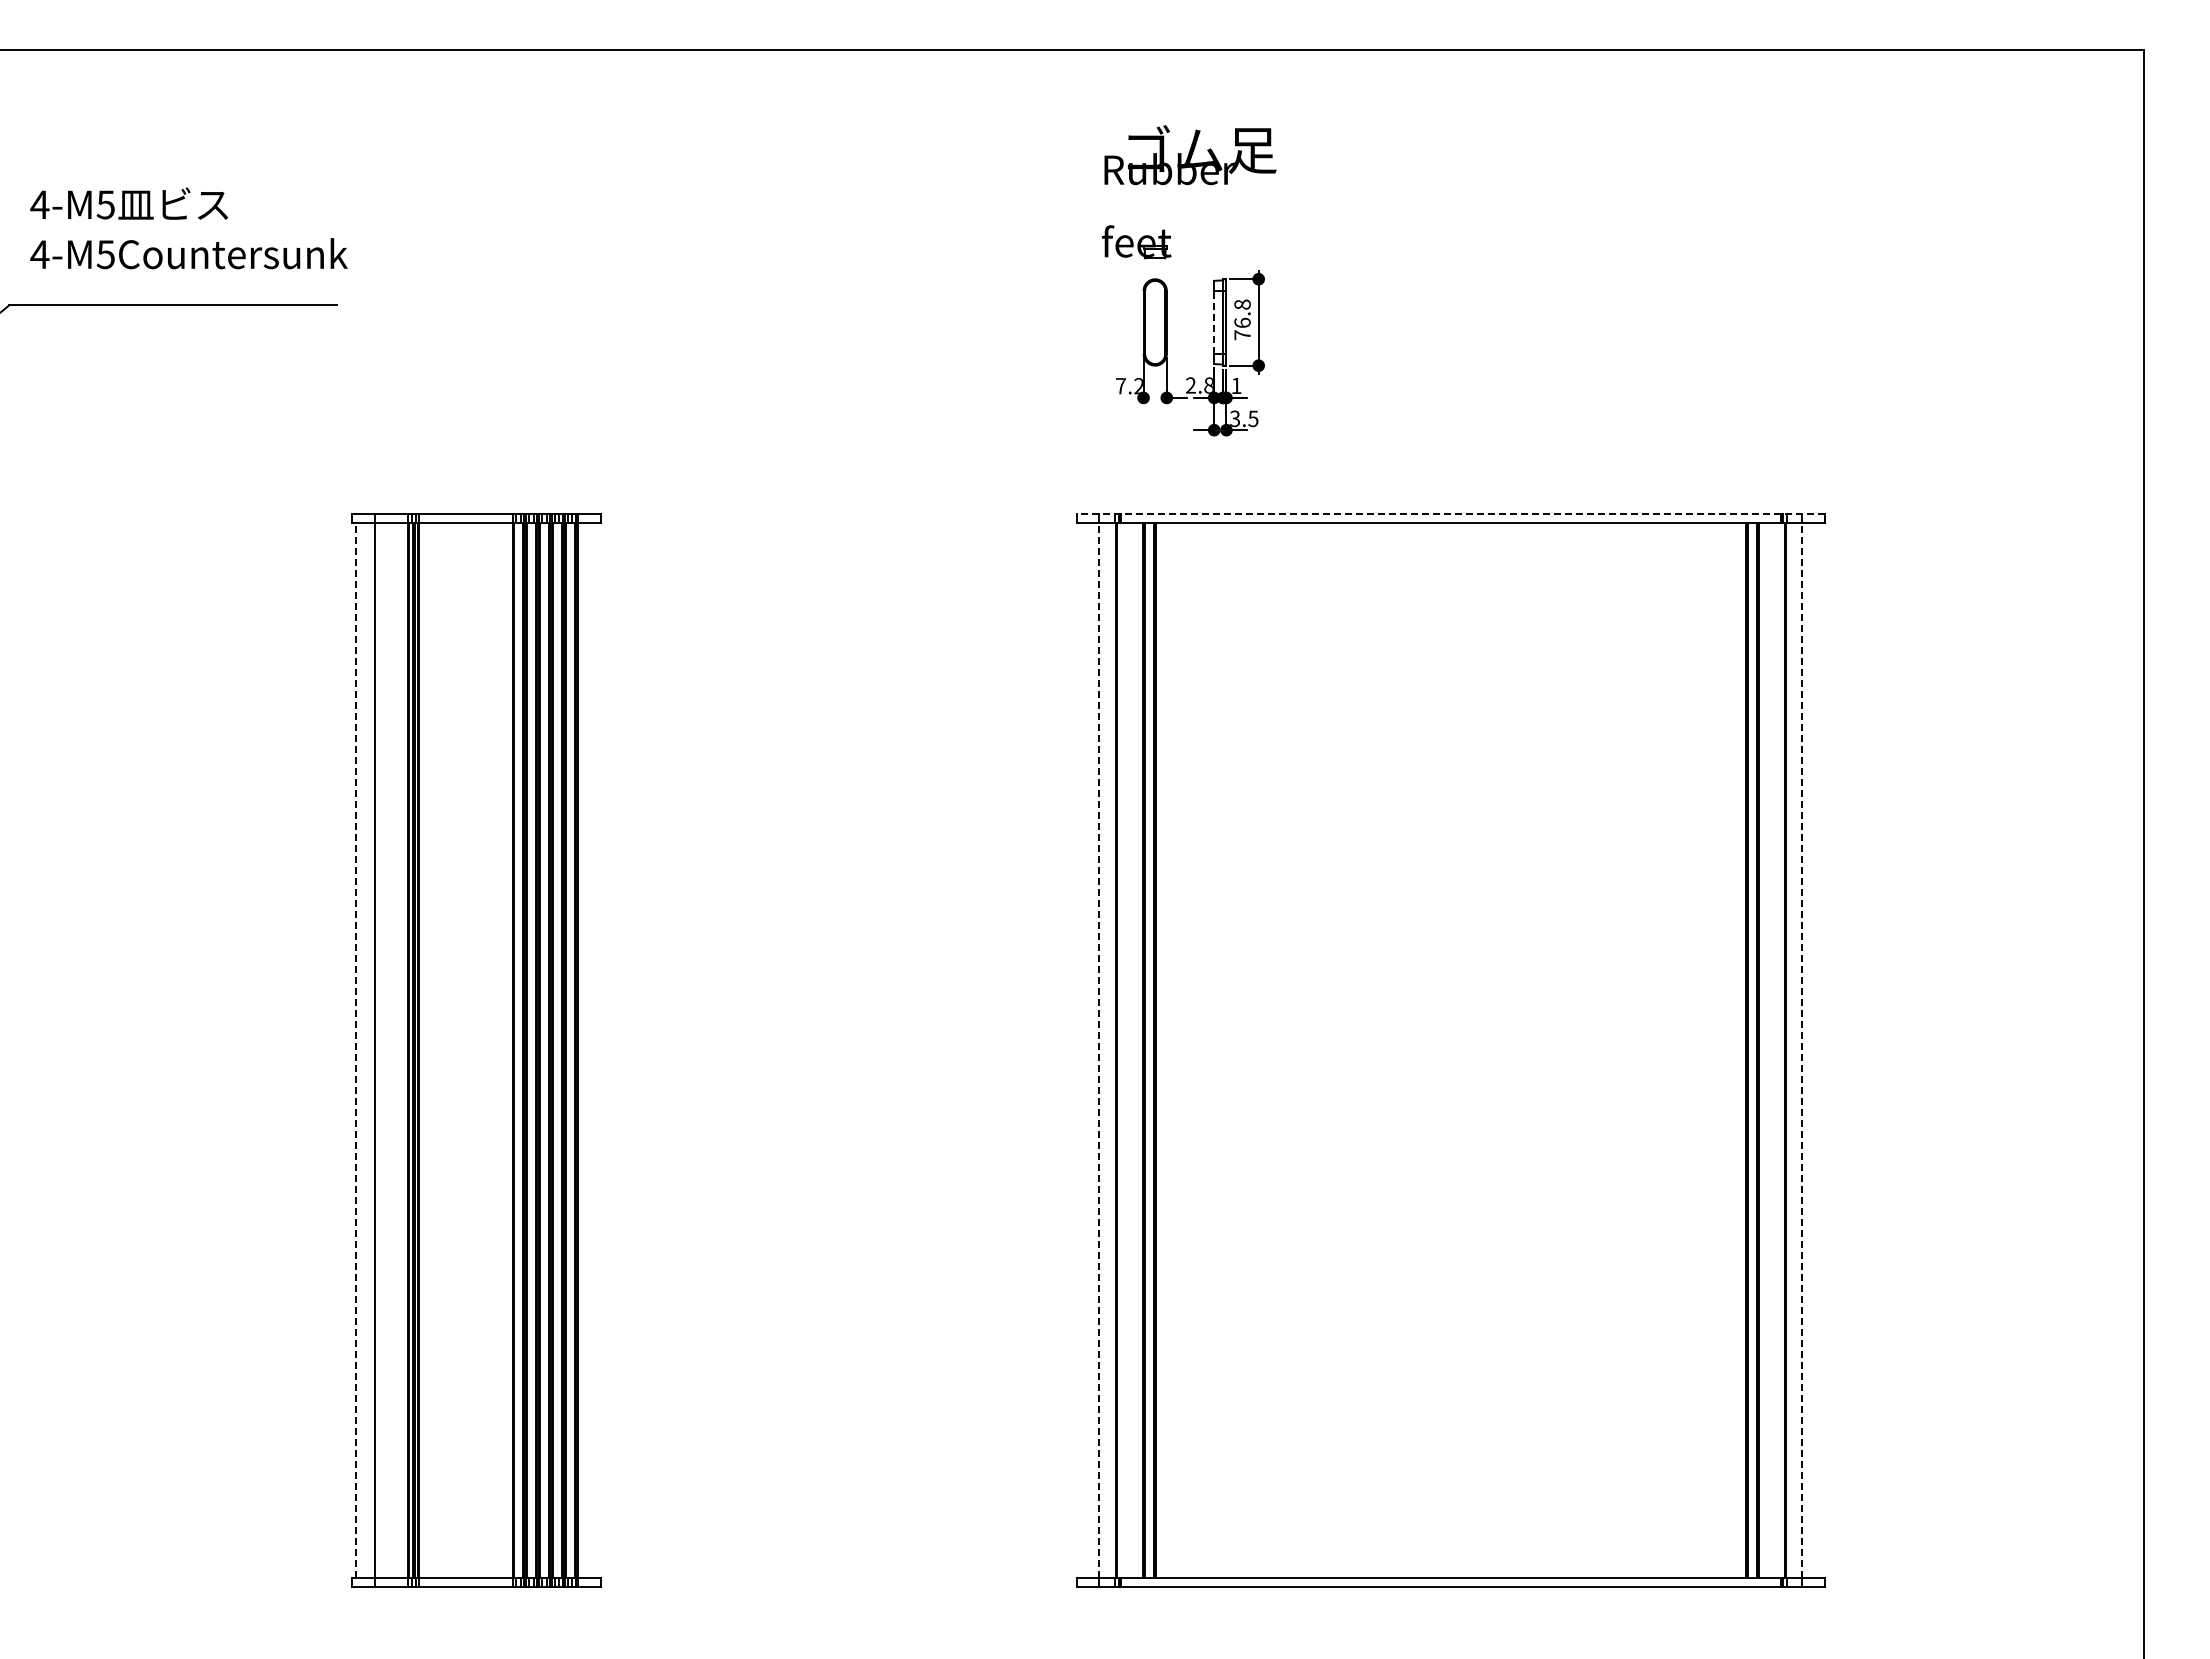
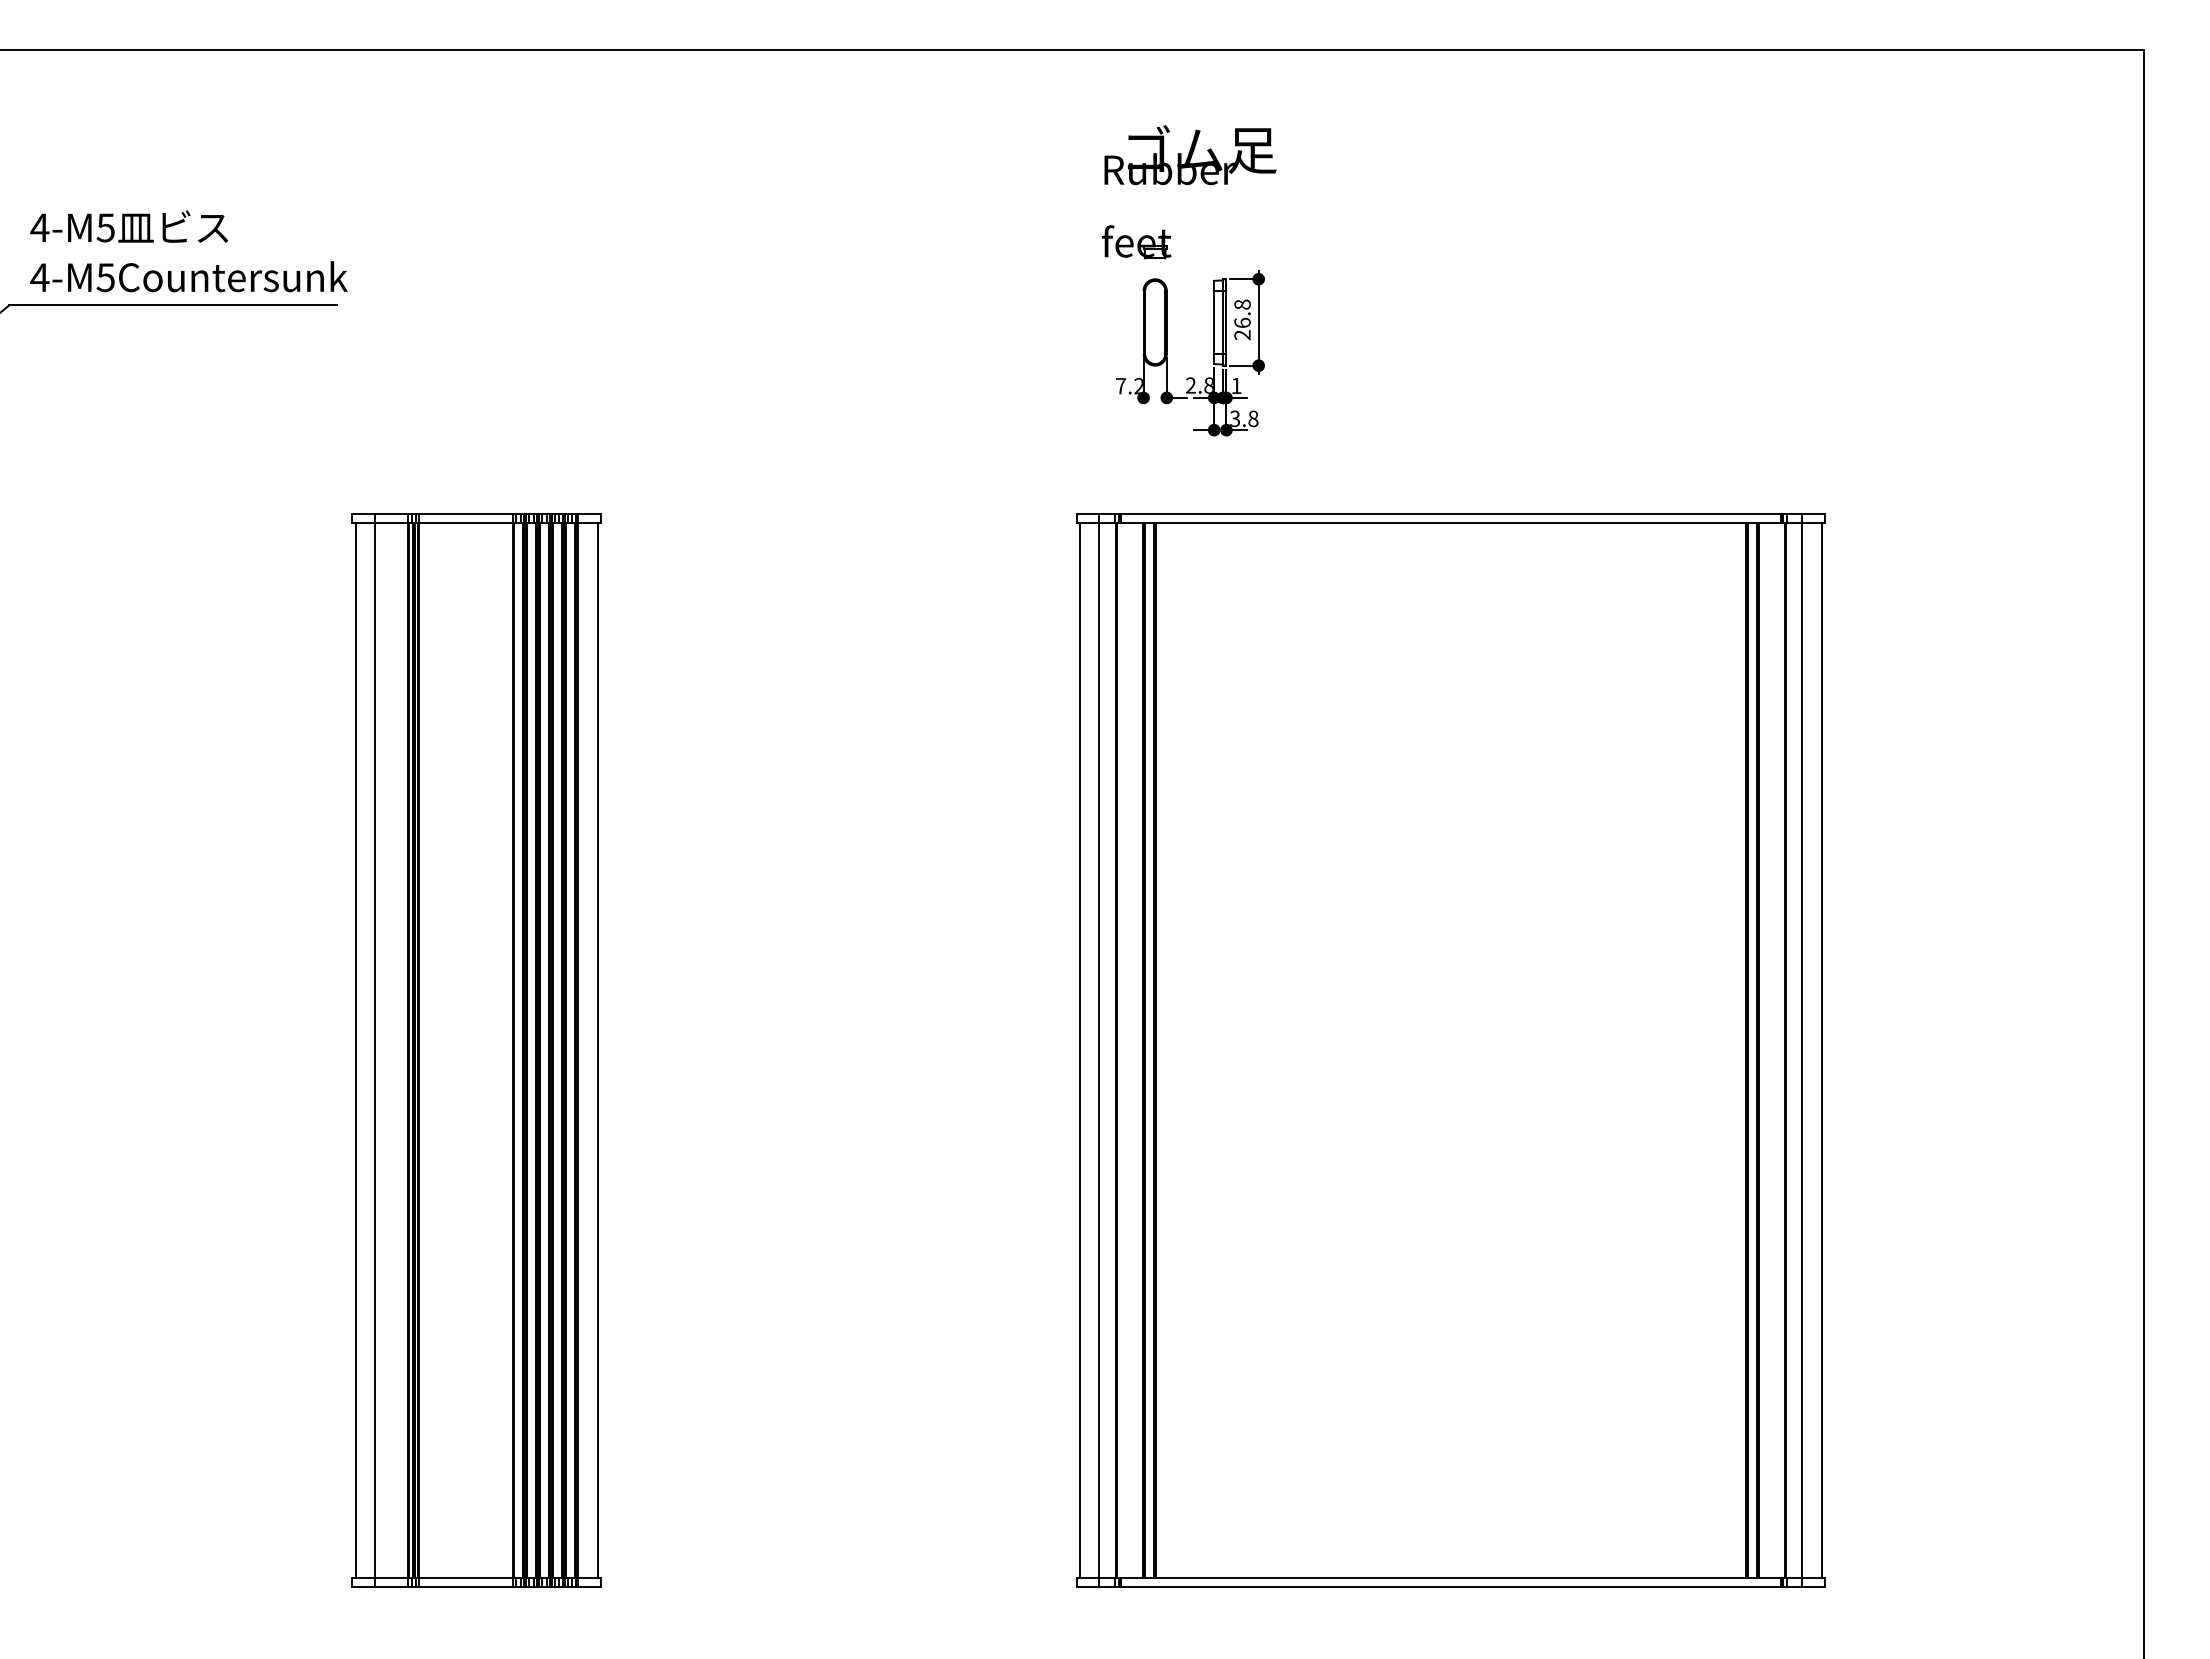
text at (188, 228) position: (188, 228) -> (188, 251)
line at (1214, 322): dashed -> solid
text at (1242, 335): 76.8 -> 26.8
text at (1253, 418): 3.5 -> 3.8
line at (1450, 513): dashed -> solid
line at (355, 1049): dashed -> solid
line at (1099, 1049): dashed -> solid
line at (1802, 1049): dashed -> solid
line at (597, 1050): none -> present
line at (1080, 1050): none -> present
line at (1821, 1050): none -> present
